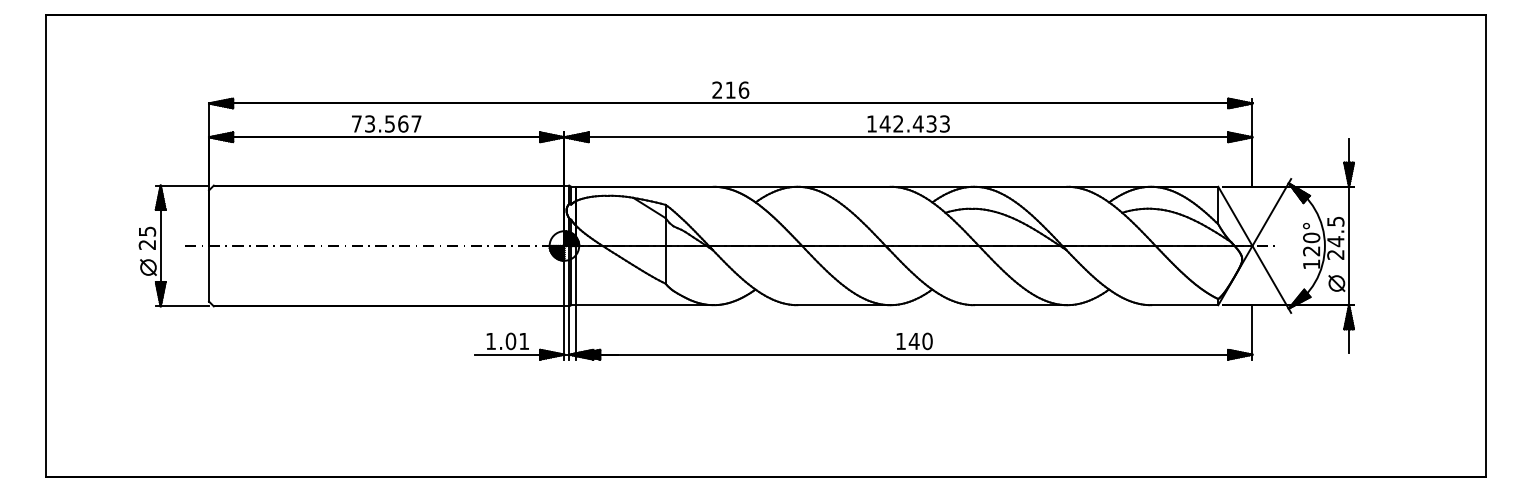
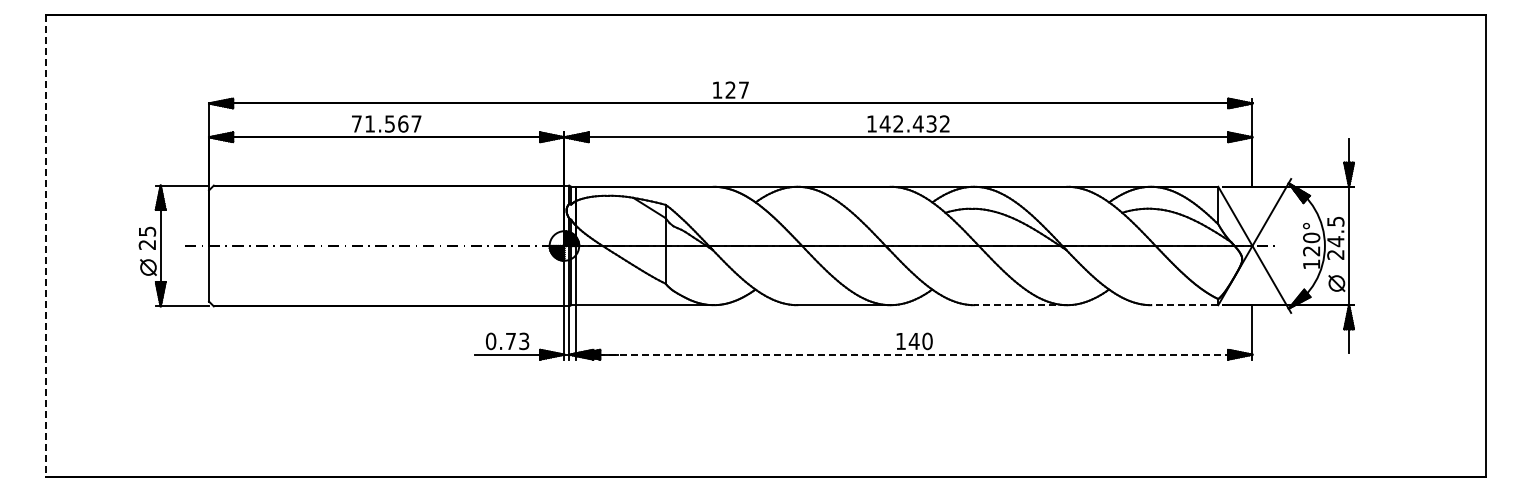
text at (730, 89): 216 -> 127
text at (369, 123): 73.567 -> 71.567
text at (944, 123): 142.433 -> 142.432
line at (45, 246): solid -> dashed
line at (1020, 305): solid -> dashed
line at (1184, 305): solid -> dashed
text at (507, 341): 1.01 -> 0.73
line at (914, 354): solid -> dashed
